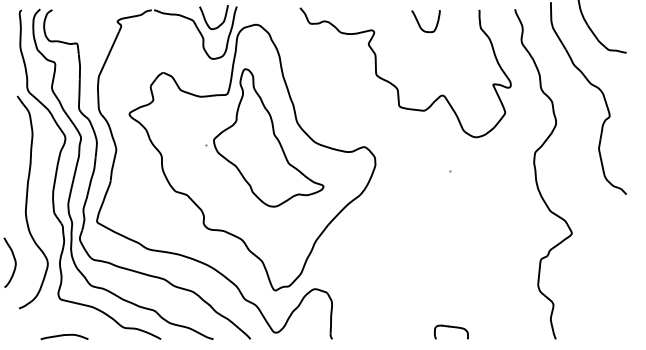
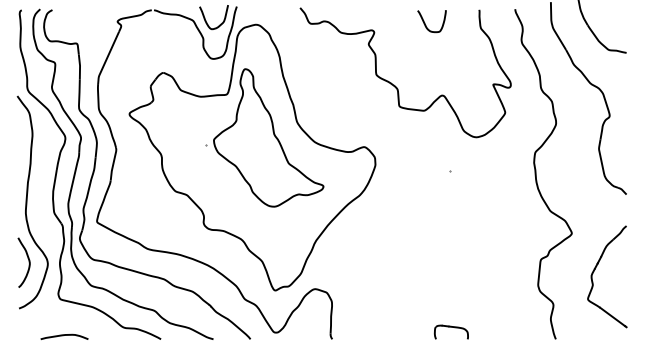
curve at (419, 23) position: (419, 23) -> (425, 23)
curve at (14, 262) position: (14, 262) -> (28, 262)
part at (596, 268): none -> present
